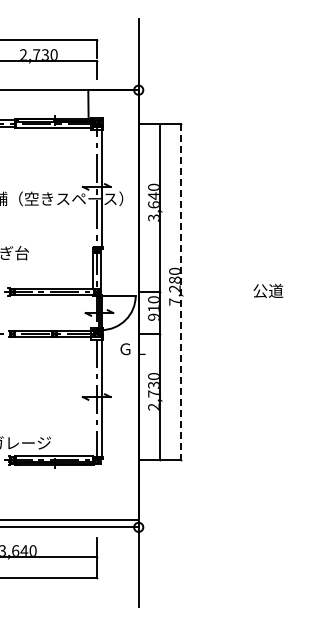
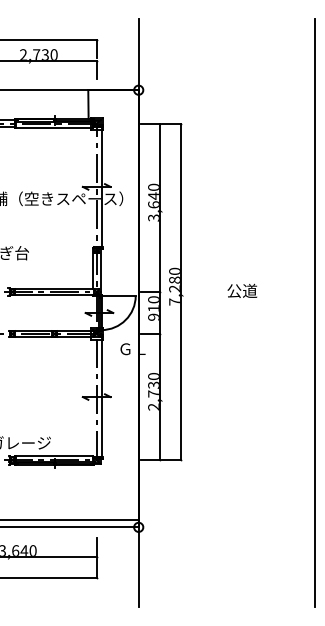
text at (268, 290) position: (268, 290) -> (242, 290)
line at (180, 292): dashed -> solid
line at (315, 312): none -> present
